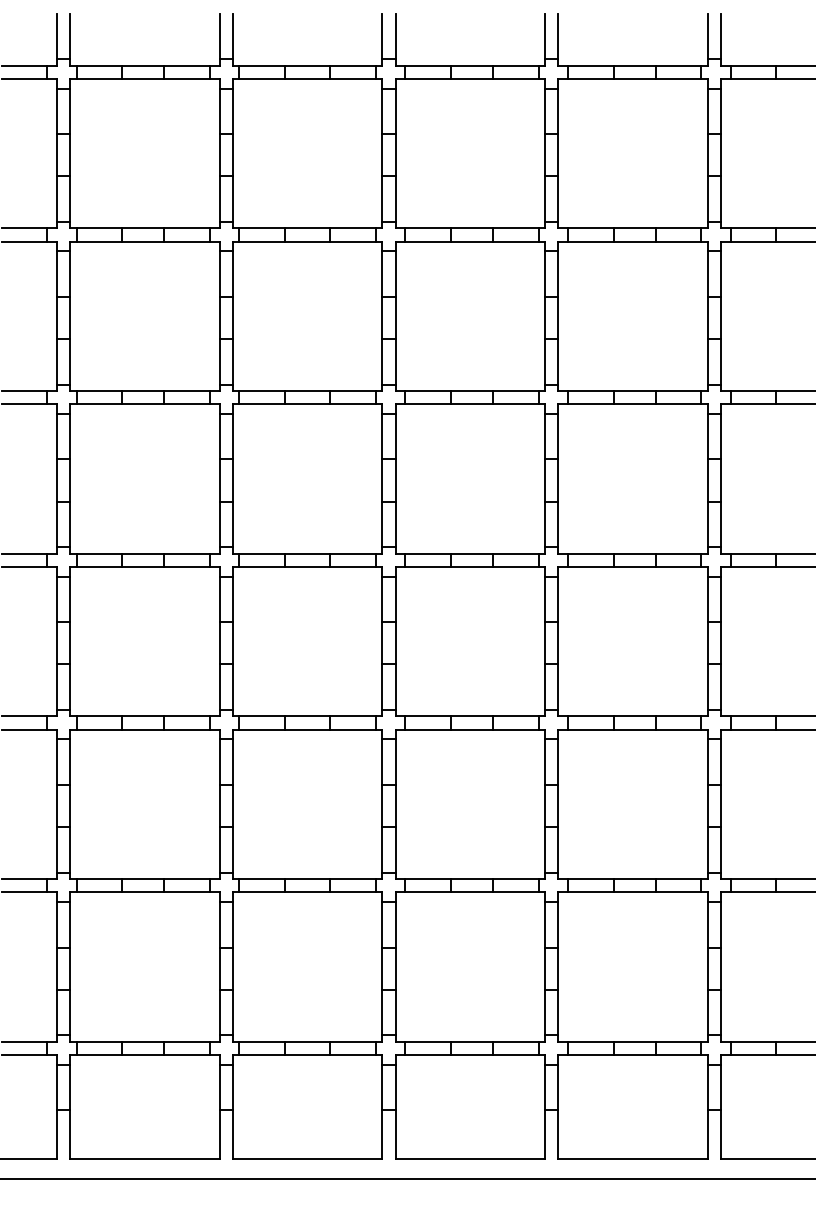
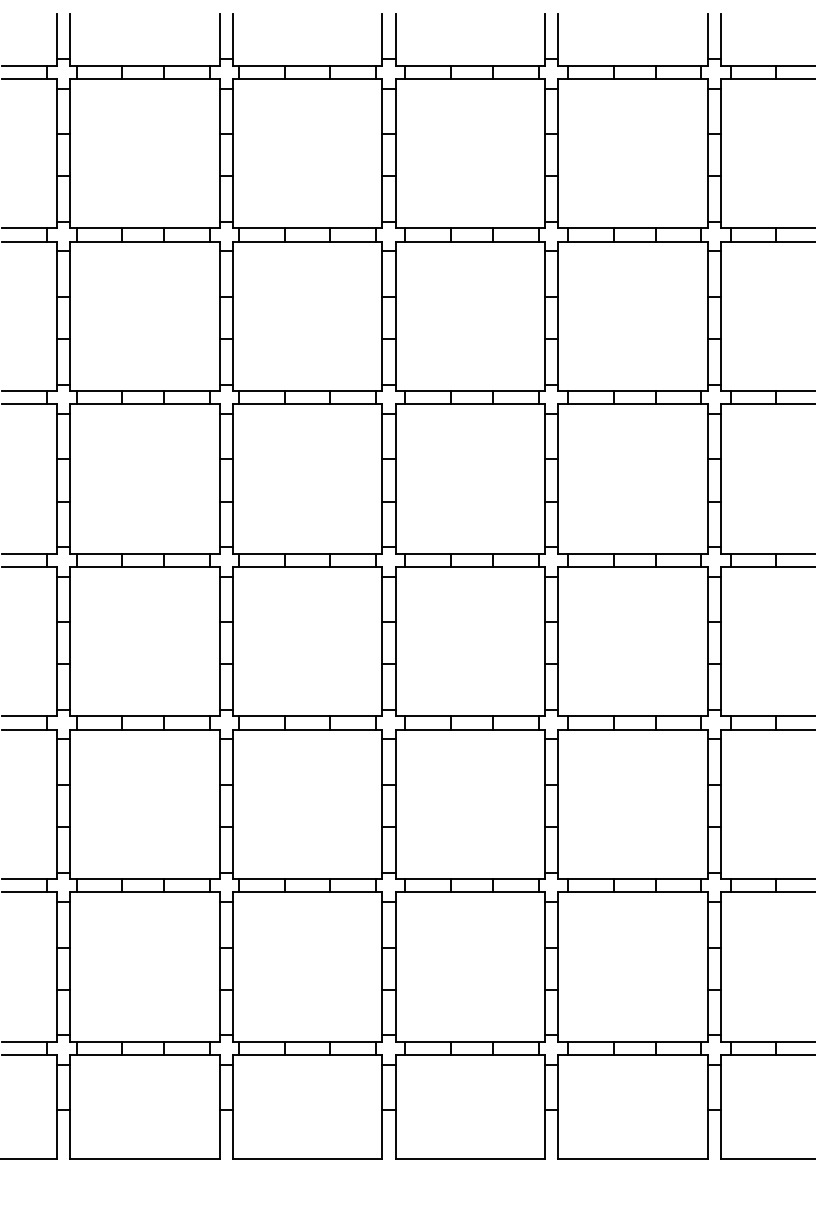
line at (407, 1178): present -> none
